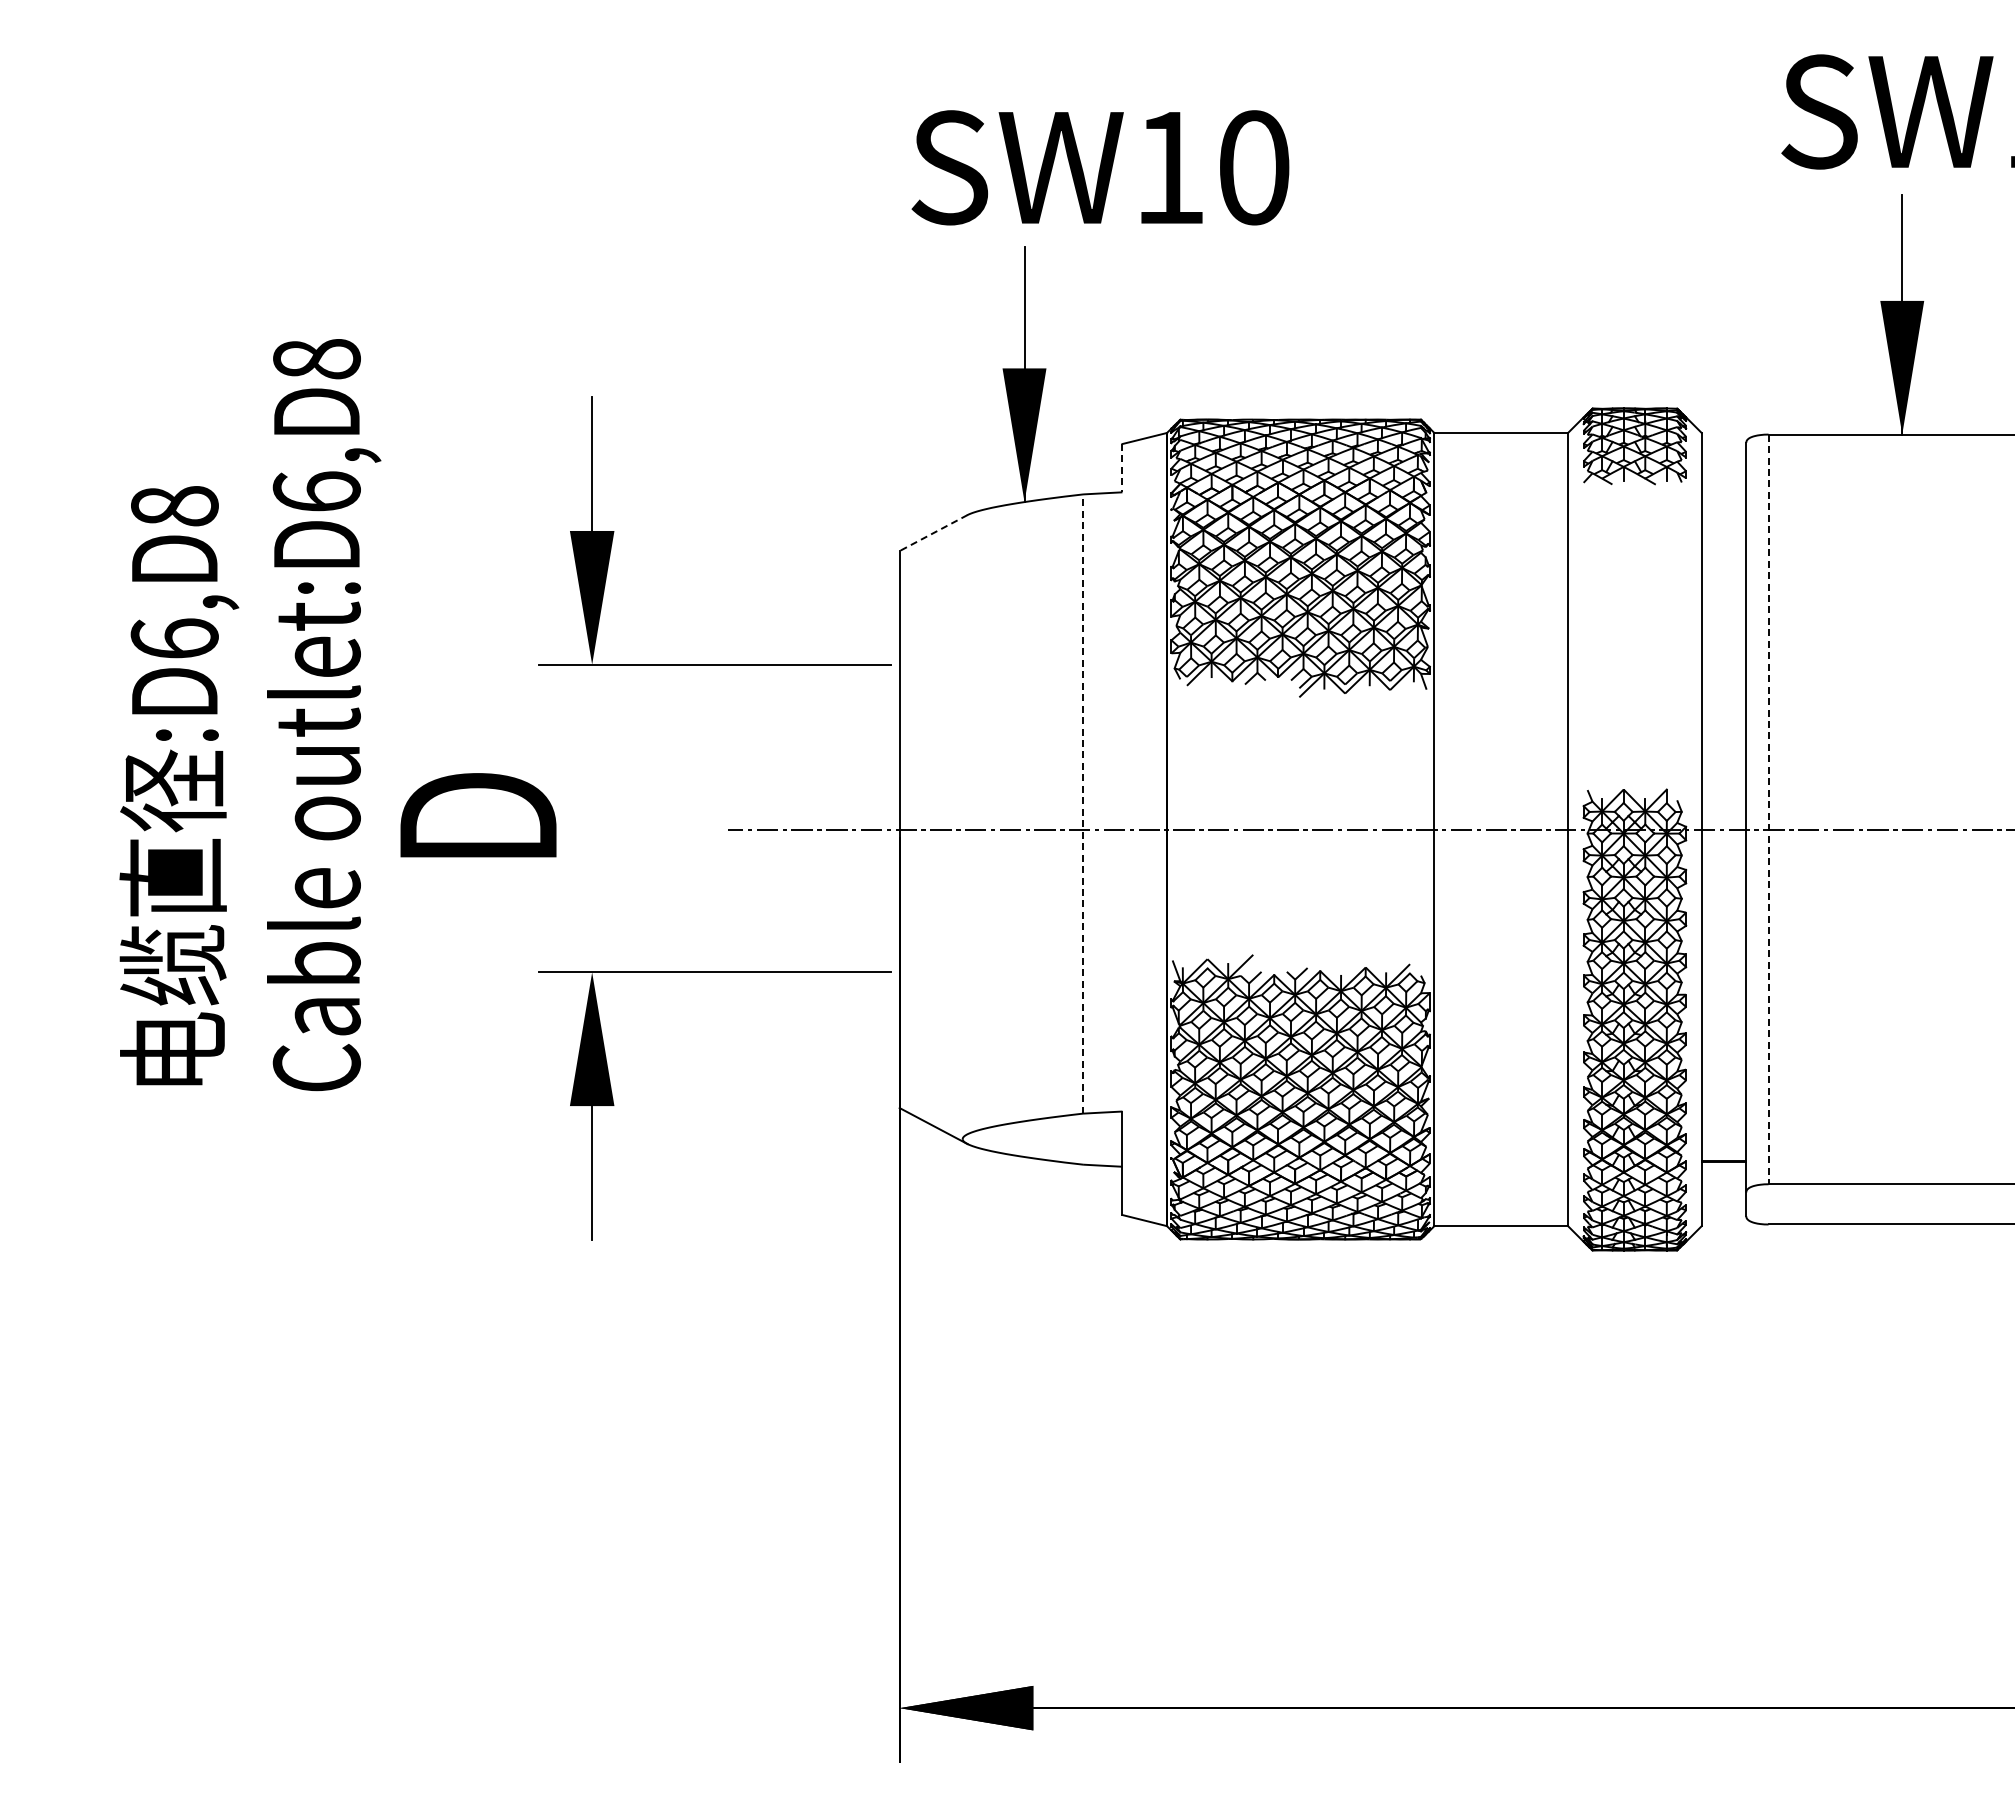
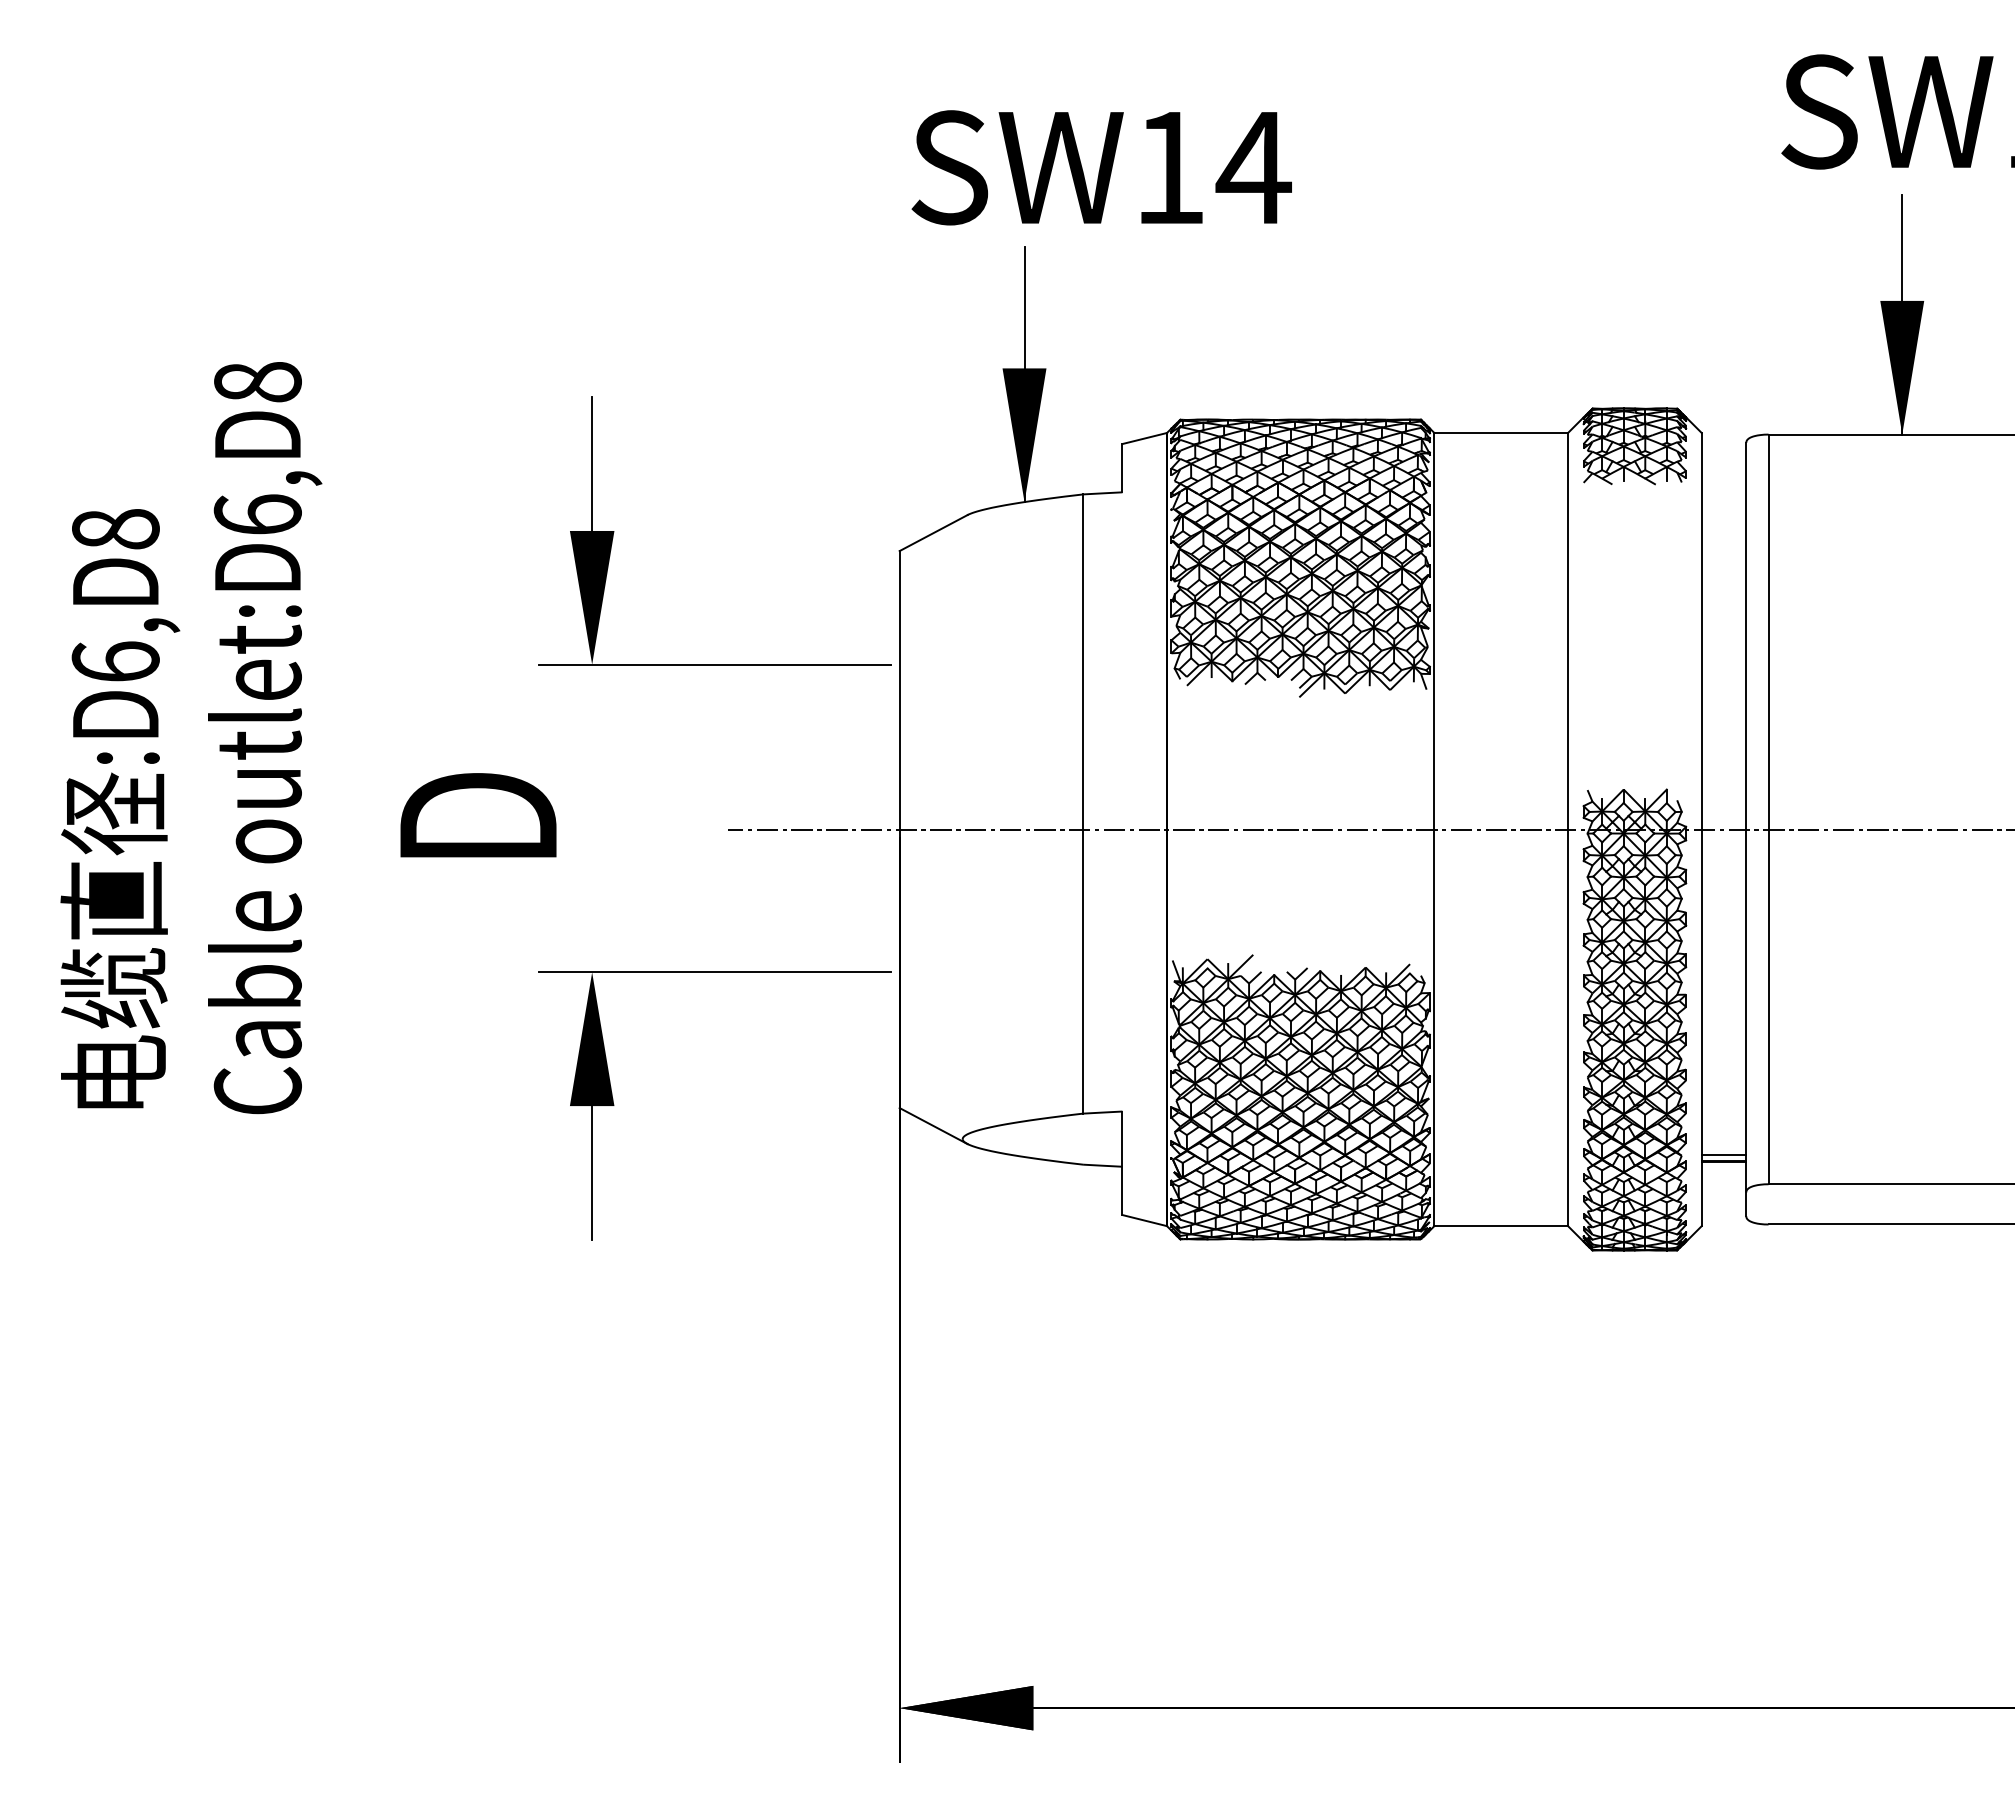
text at (1253, 167): SW10 -> SW14
line at (1122, 468): dashed -> solid
line at (933, 533): dashed -> solid
text at (250, 715) position: (250, 715) -> (191, 738)
line at (1083, 804): dashed -> solid
line at (1768, 809): dashed -> solid
line at (1723, 1154): none -> present
